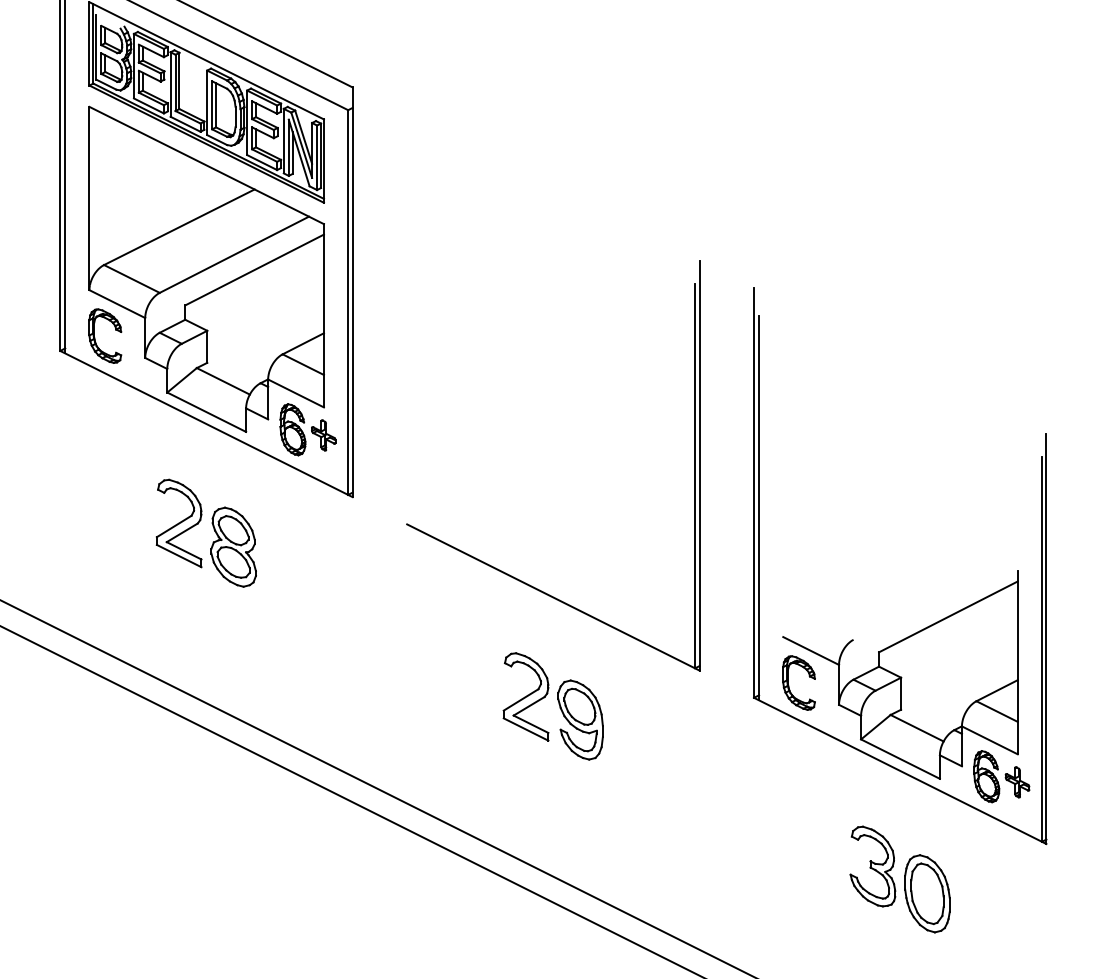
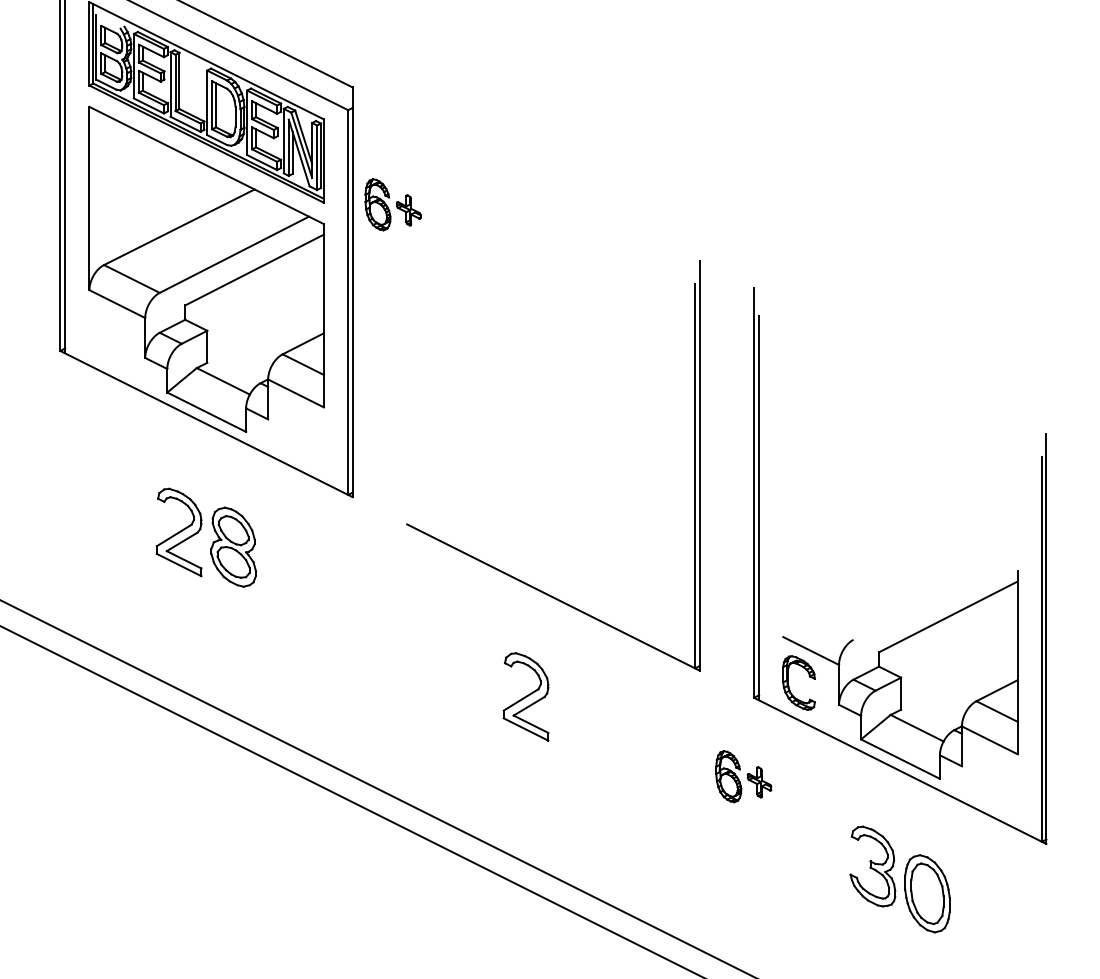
part at (95, 337): present -> none
part at (307, 429) position: (307, 429) -> (392, 204)
part at (178, 523) position: (178, 523) -> (178, 532)
part at (580, 719): present -> none
part at (1001, 776) position: (1001, 776) -> (743, 776)
